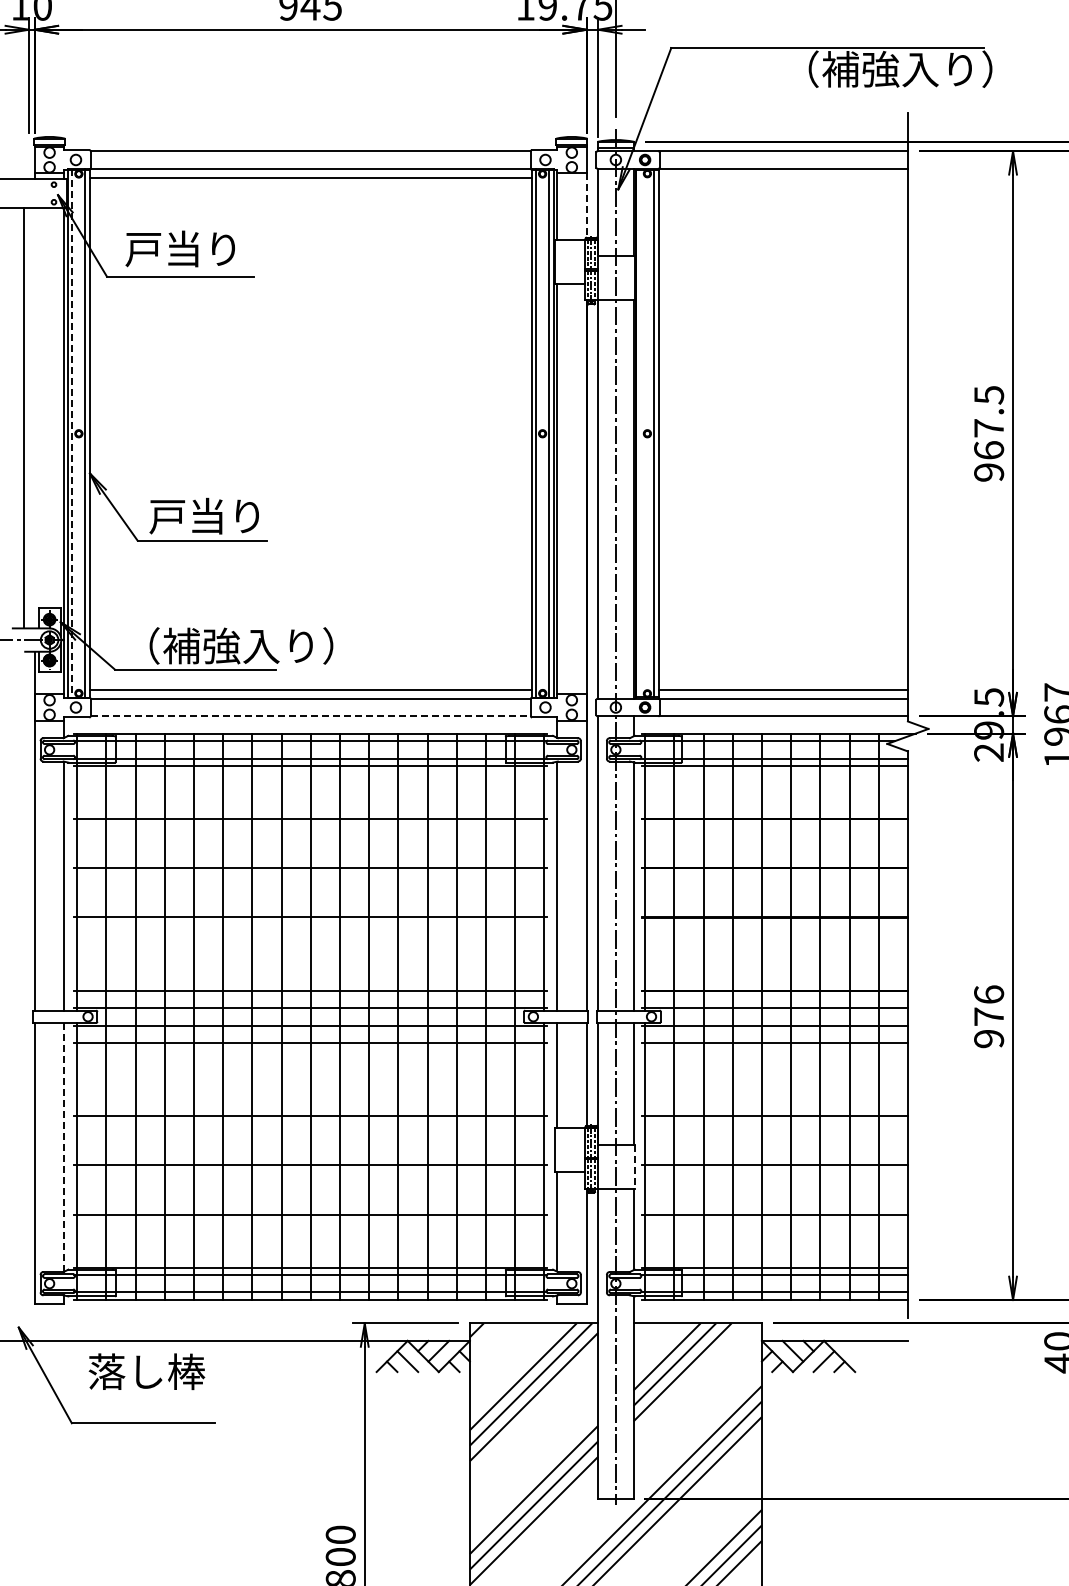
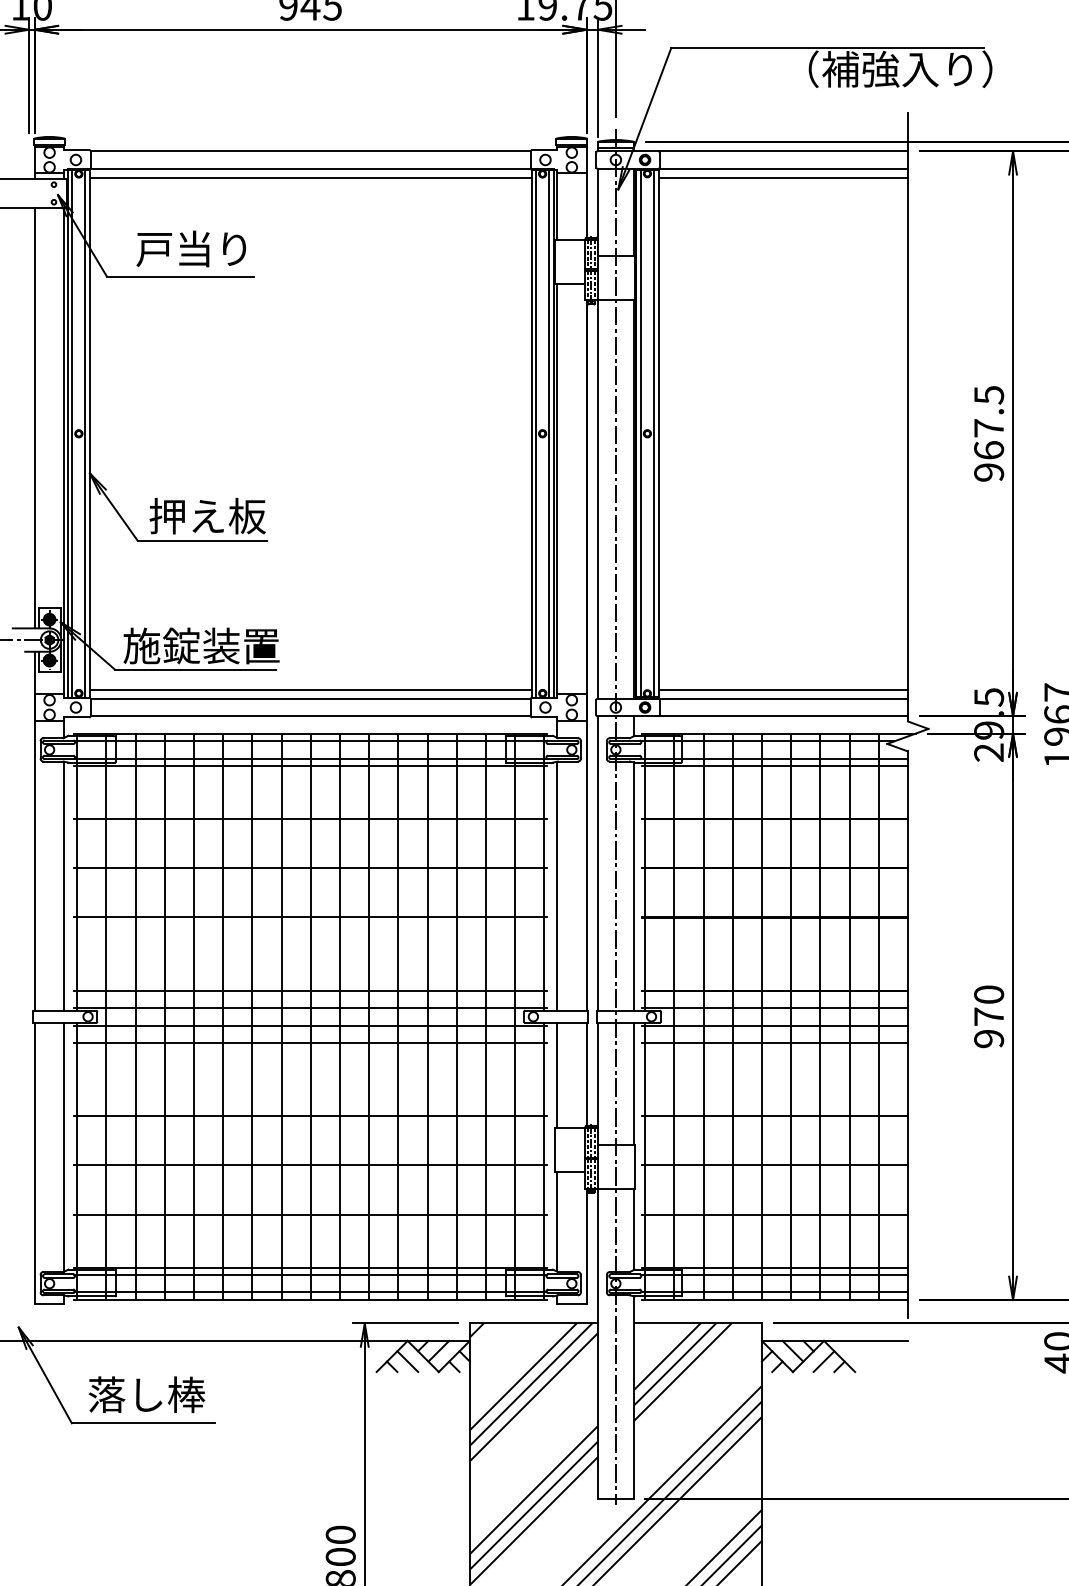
line at (782, 177): none -> present
line at (586, 205): dashed -> solid
text at (179, 248) position: (179, 248) -> (190, 248)
line at (23, 418) position: (23, 418) -> (34, 418)
line at (641, 433): none -> present
line at (72, 434): dashed -> solid
text at (207, 515): 戸当り -> 押え板
text at (228, 645): （補強入り） -> 施錠装置
line at (311, 716): dashed -> solid
text at (989, 994): 976 -> 970
line at (64, 1147): dashed -> solid
line at (635, 1166): dashed -> solid
text at (146, 1371) position: (146, 1371) -> (146, 1394)
